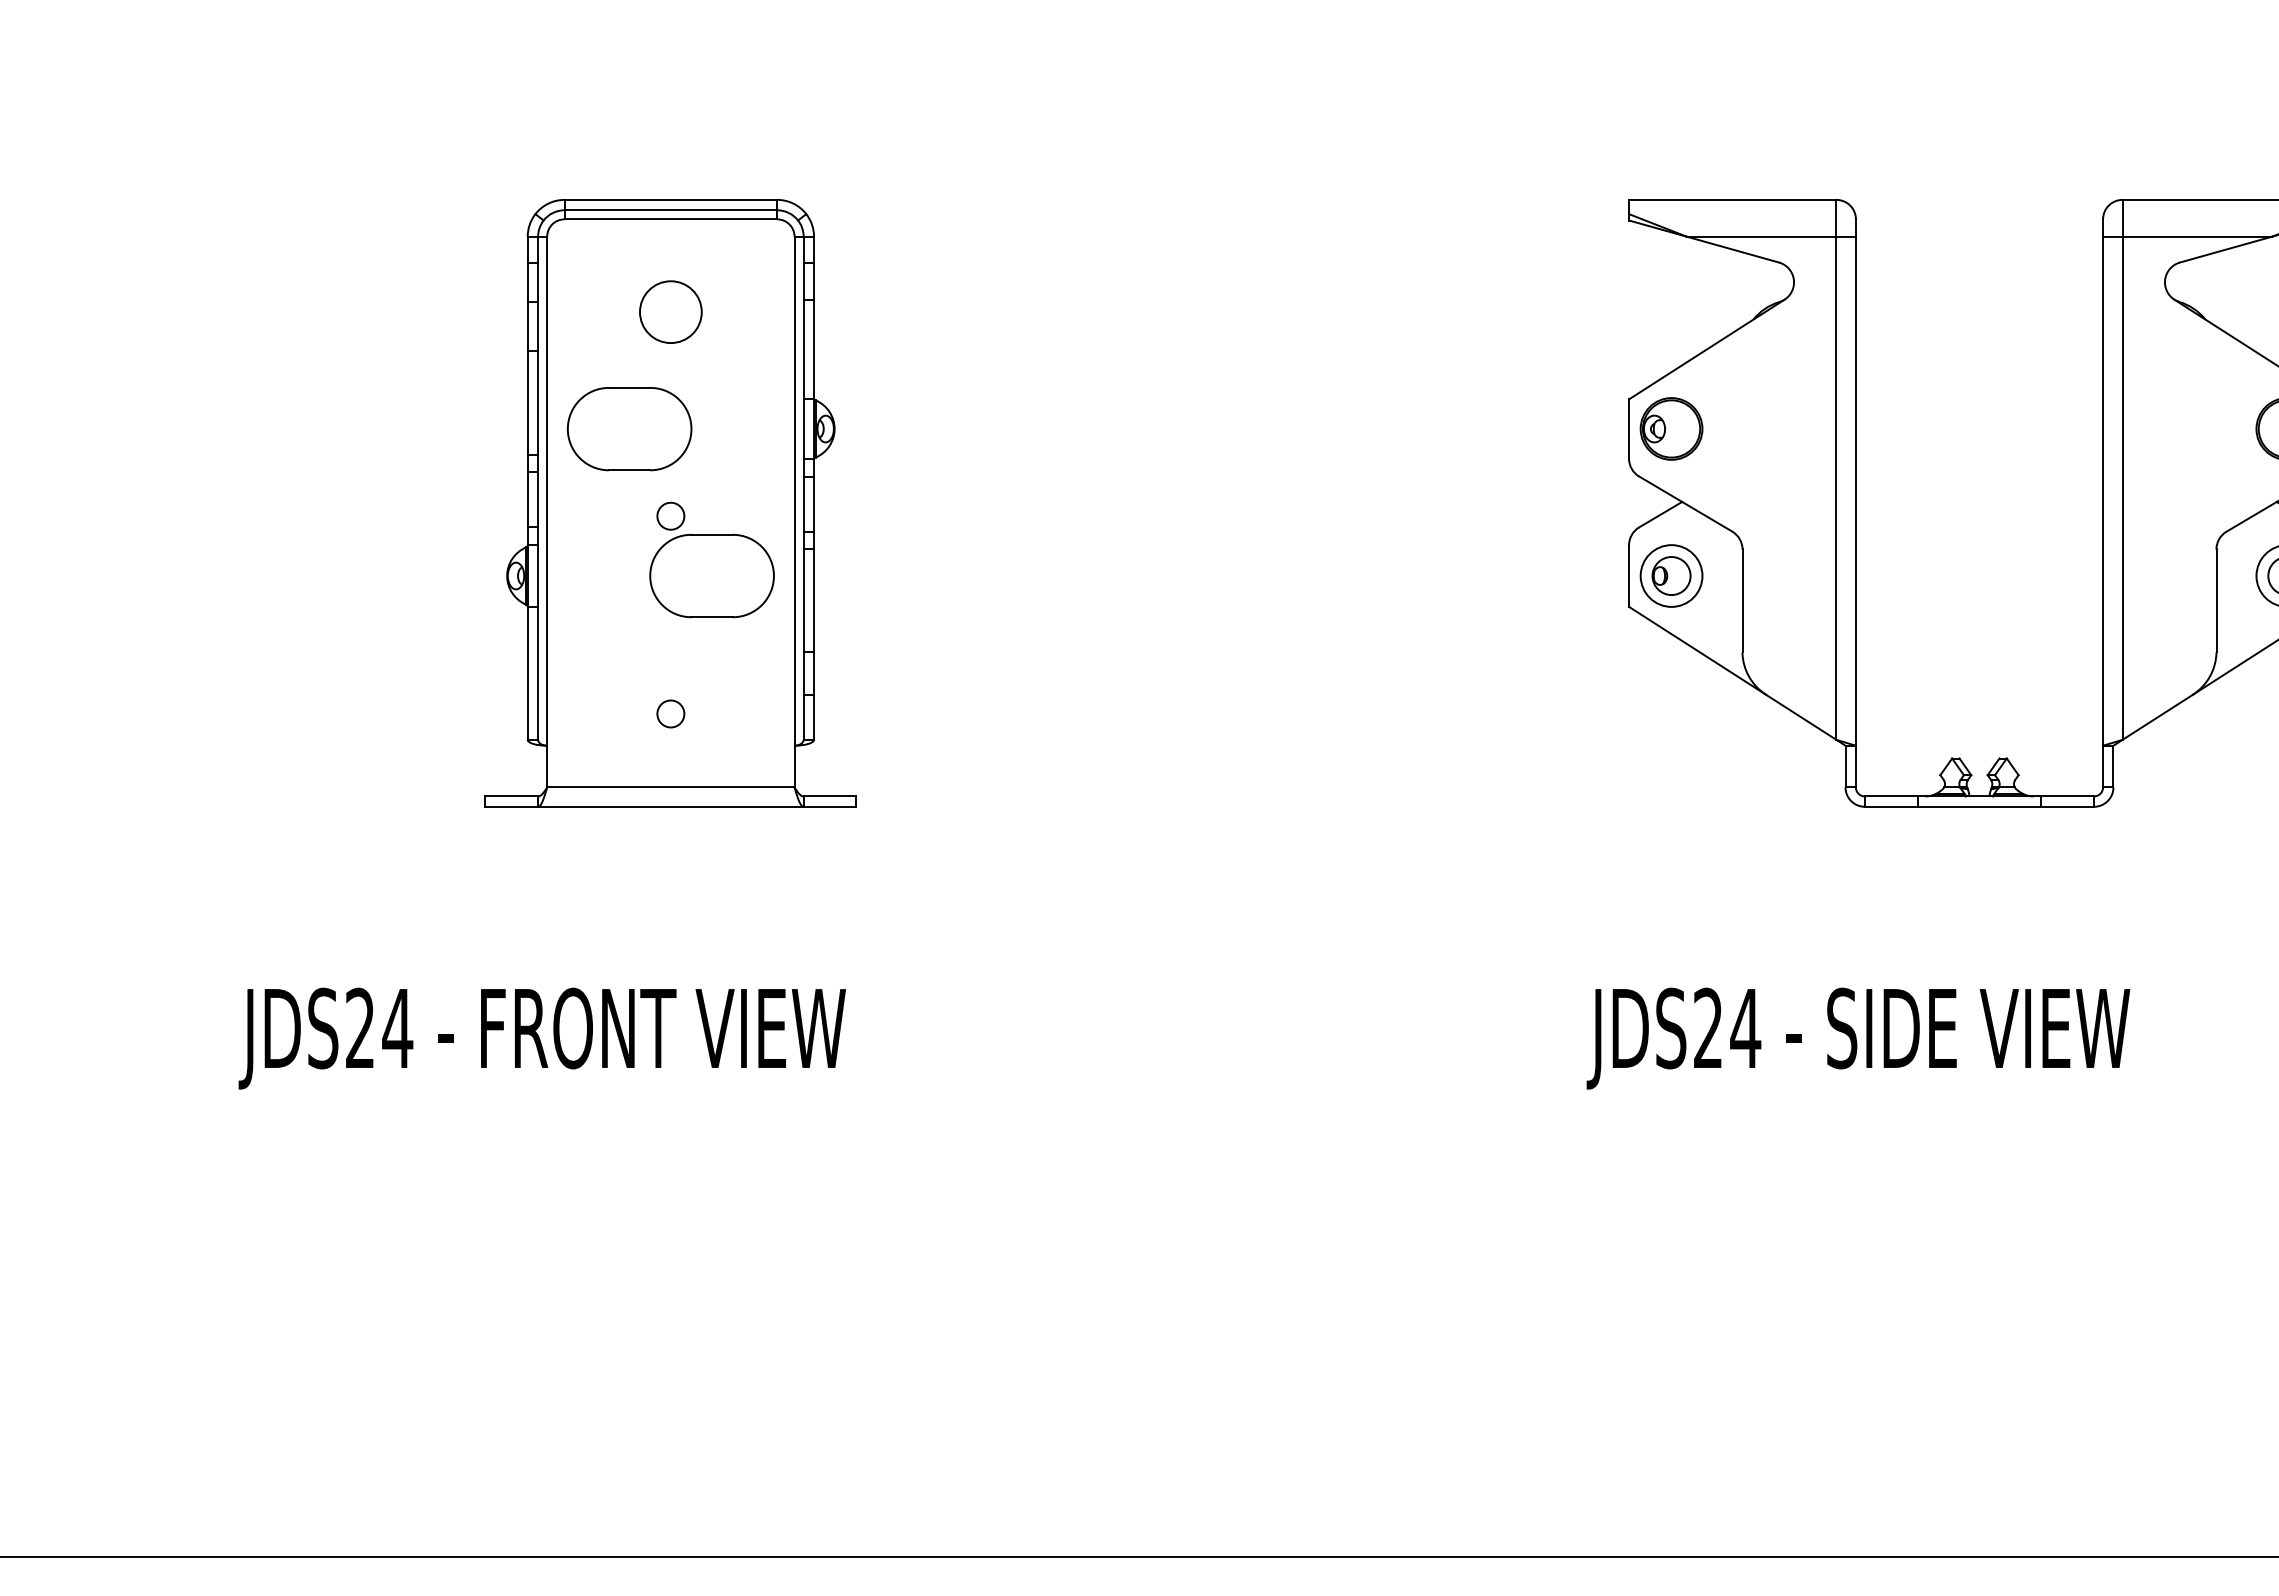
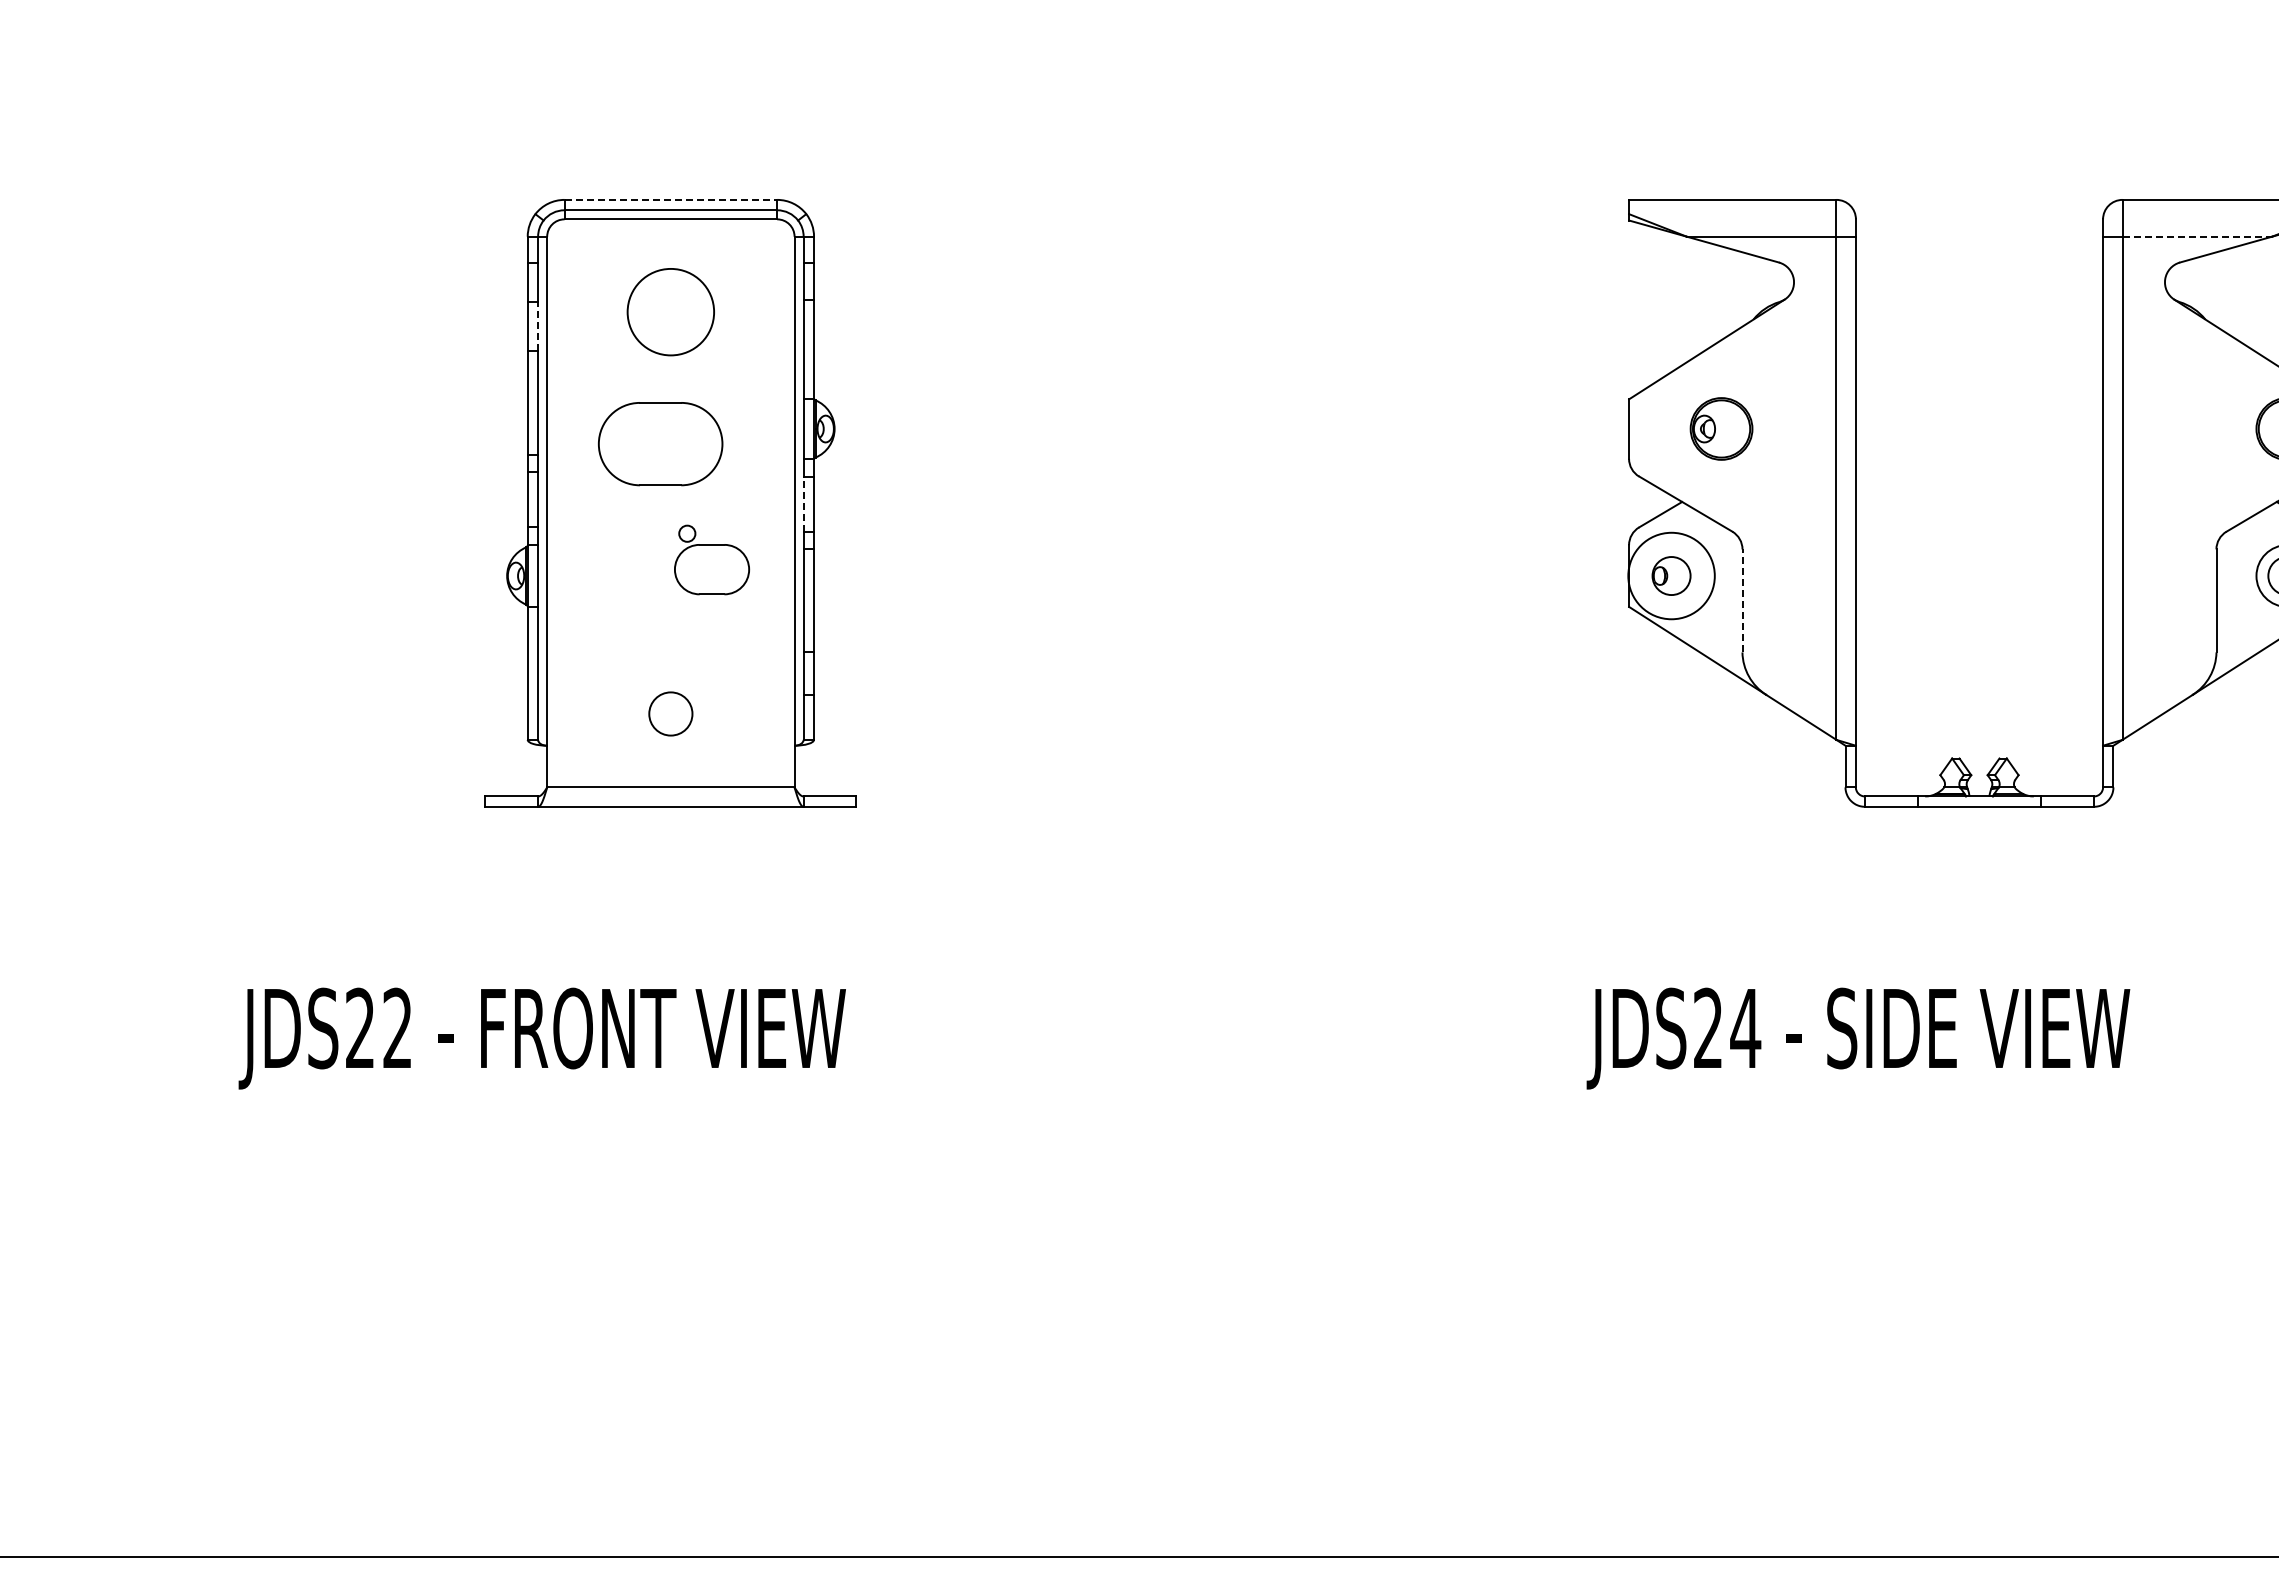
line at (671, 199): solid -> dashed
line at (2197, 236): solid -> dashed
circle at (670, 312) diameter: 62 px -> 86 px
line at (538, 326): solid -> dashed
part at (1671, 428) position: (1671, 428) -> (1721, 428)
part at (629, 429) position: (629, 429) -> (660, 444)
line at (803, 504): solid -> dashed
part at (711, 559) size: 126x118 px -> 77x72 px
circle at (1671, 575) diameter: 62 px -> 86 px
line at (1742, 600): solid -> dashed
circle at (670, 713) diameter: 27 px -> 43 px
text at (397, 1027): JDS24 -> JDS22
